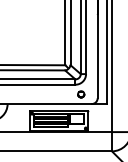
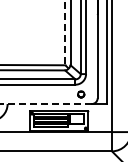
line at (65, 33): solid -> dashed
line at (45, 104): solid -> dashed
